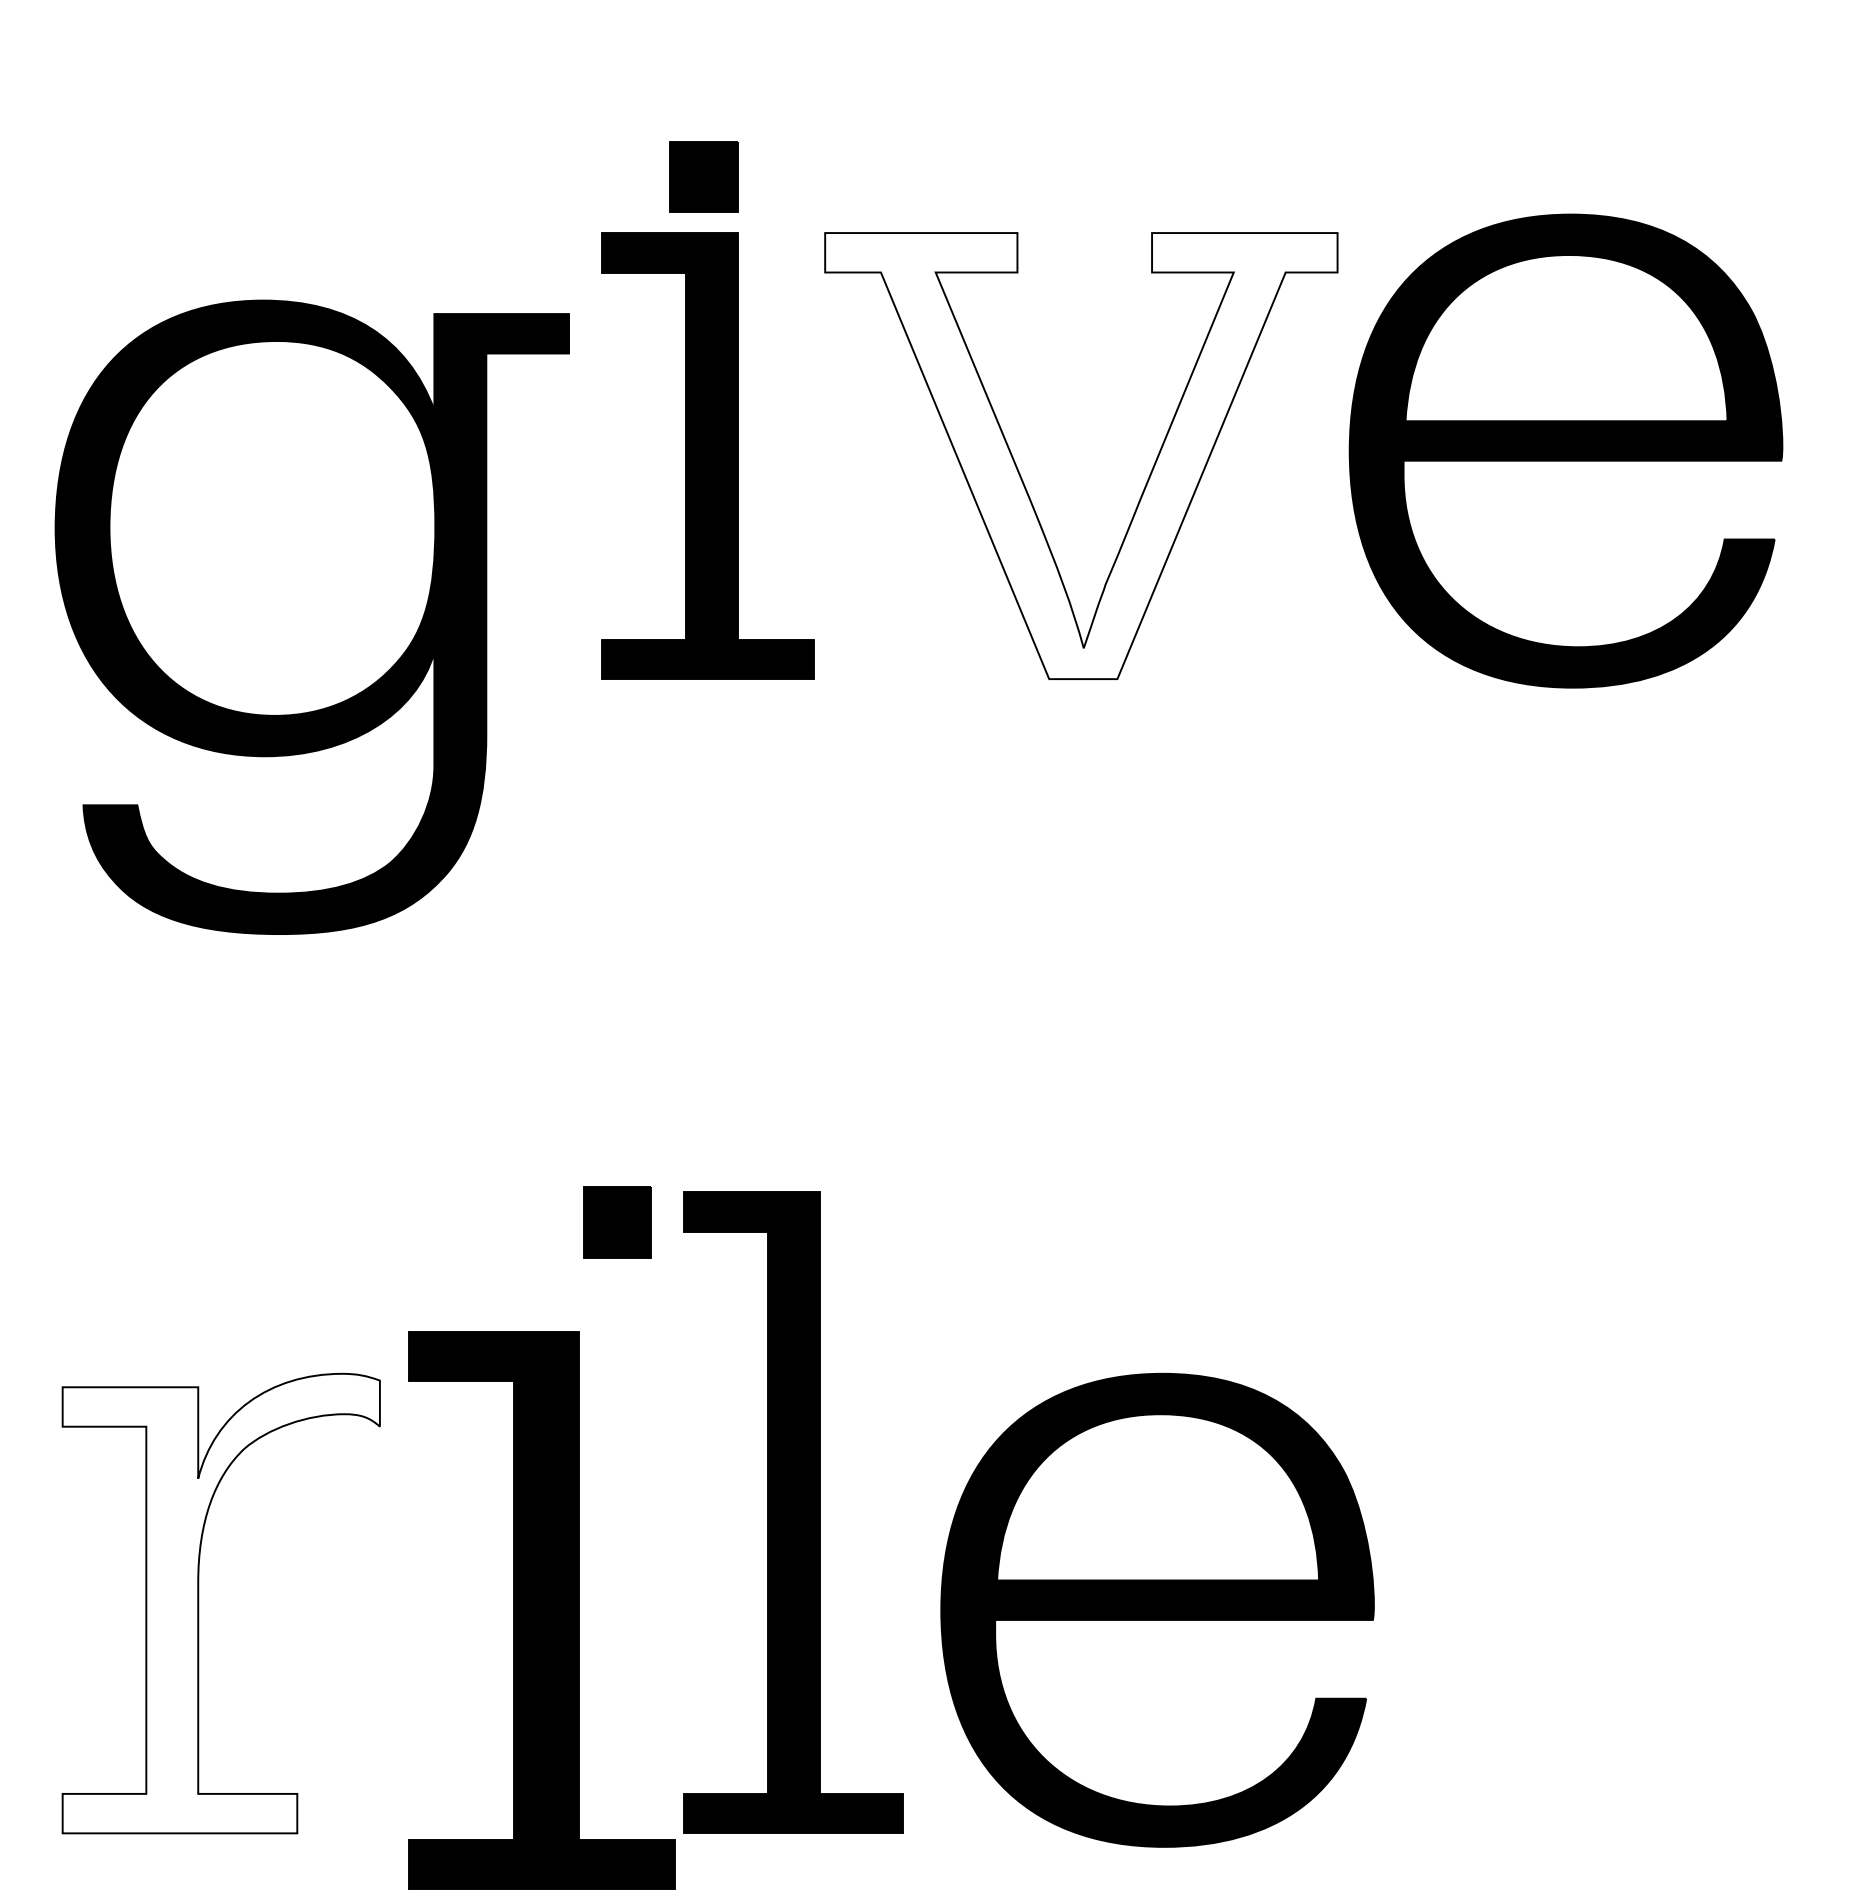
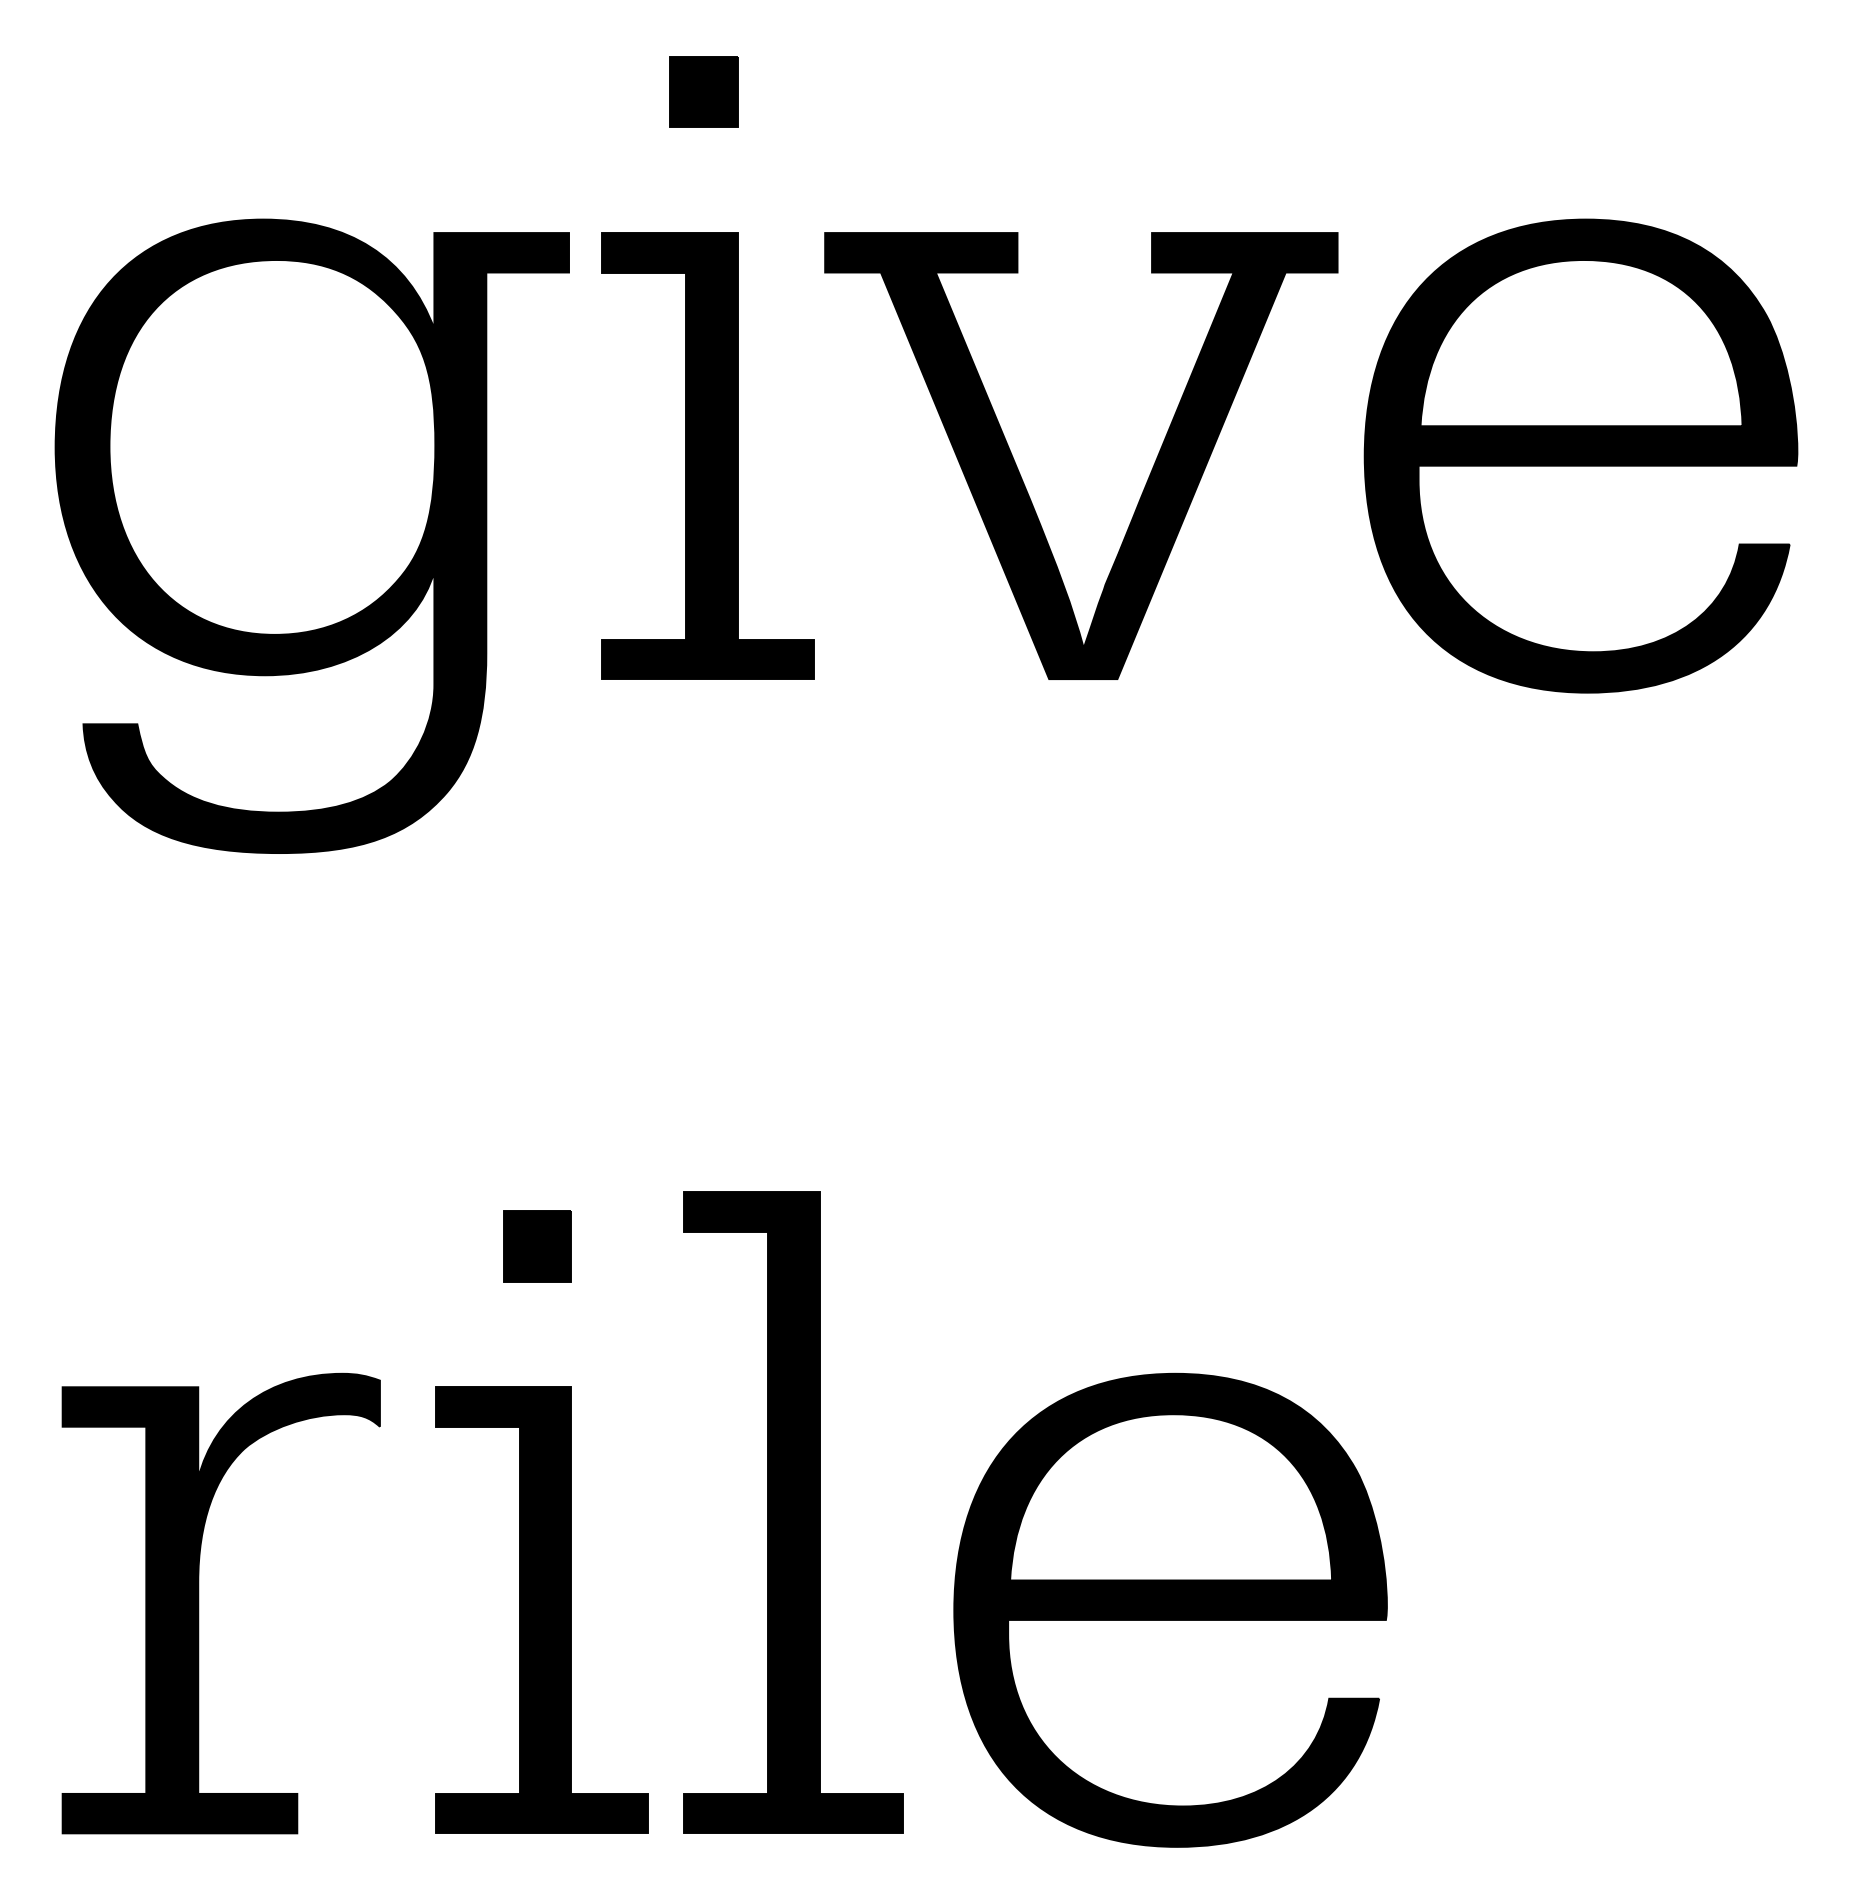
part at (703, 176) position: (703, 176) -> (703, 91)
part at (1565, 450) position: (1565, 450) -> (1580, 455)
fill at (1081, 456): none -> present
part at (311, 616) position: (311, 616) -> (311, 535)
part at (617, 1222) position: (617, 1222) -> (537, 1246)
fill at (220, 1603): none -> present
part at (1157, 1609) position: (1157, 1609) -> (1170, 1609)
part at (541, 1610) size: 268x559 px -> 214x448 px
